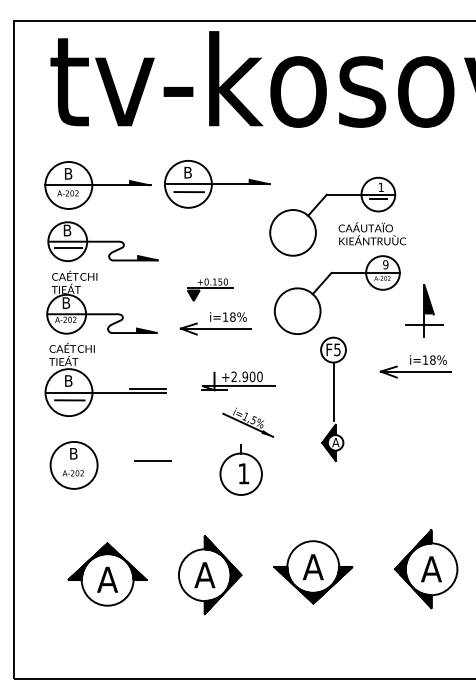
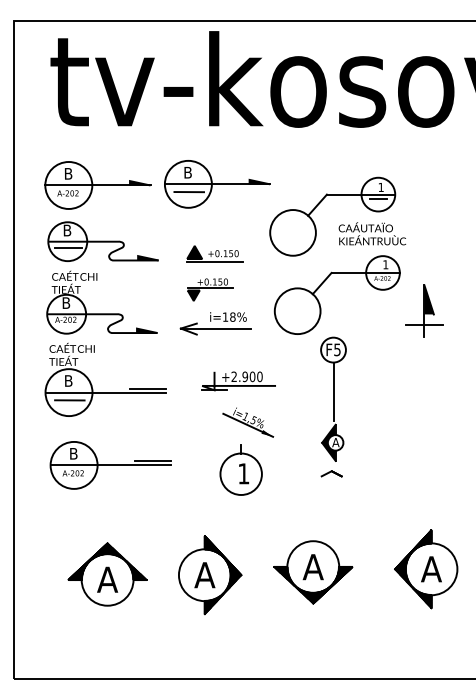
part at (214, 253): none -> present
text at (385, 264): 9 -> 1
part at (415, 366): present -> none
line at (110, 465): none -> present
line at (331, 472): none -> present
